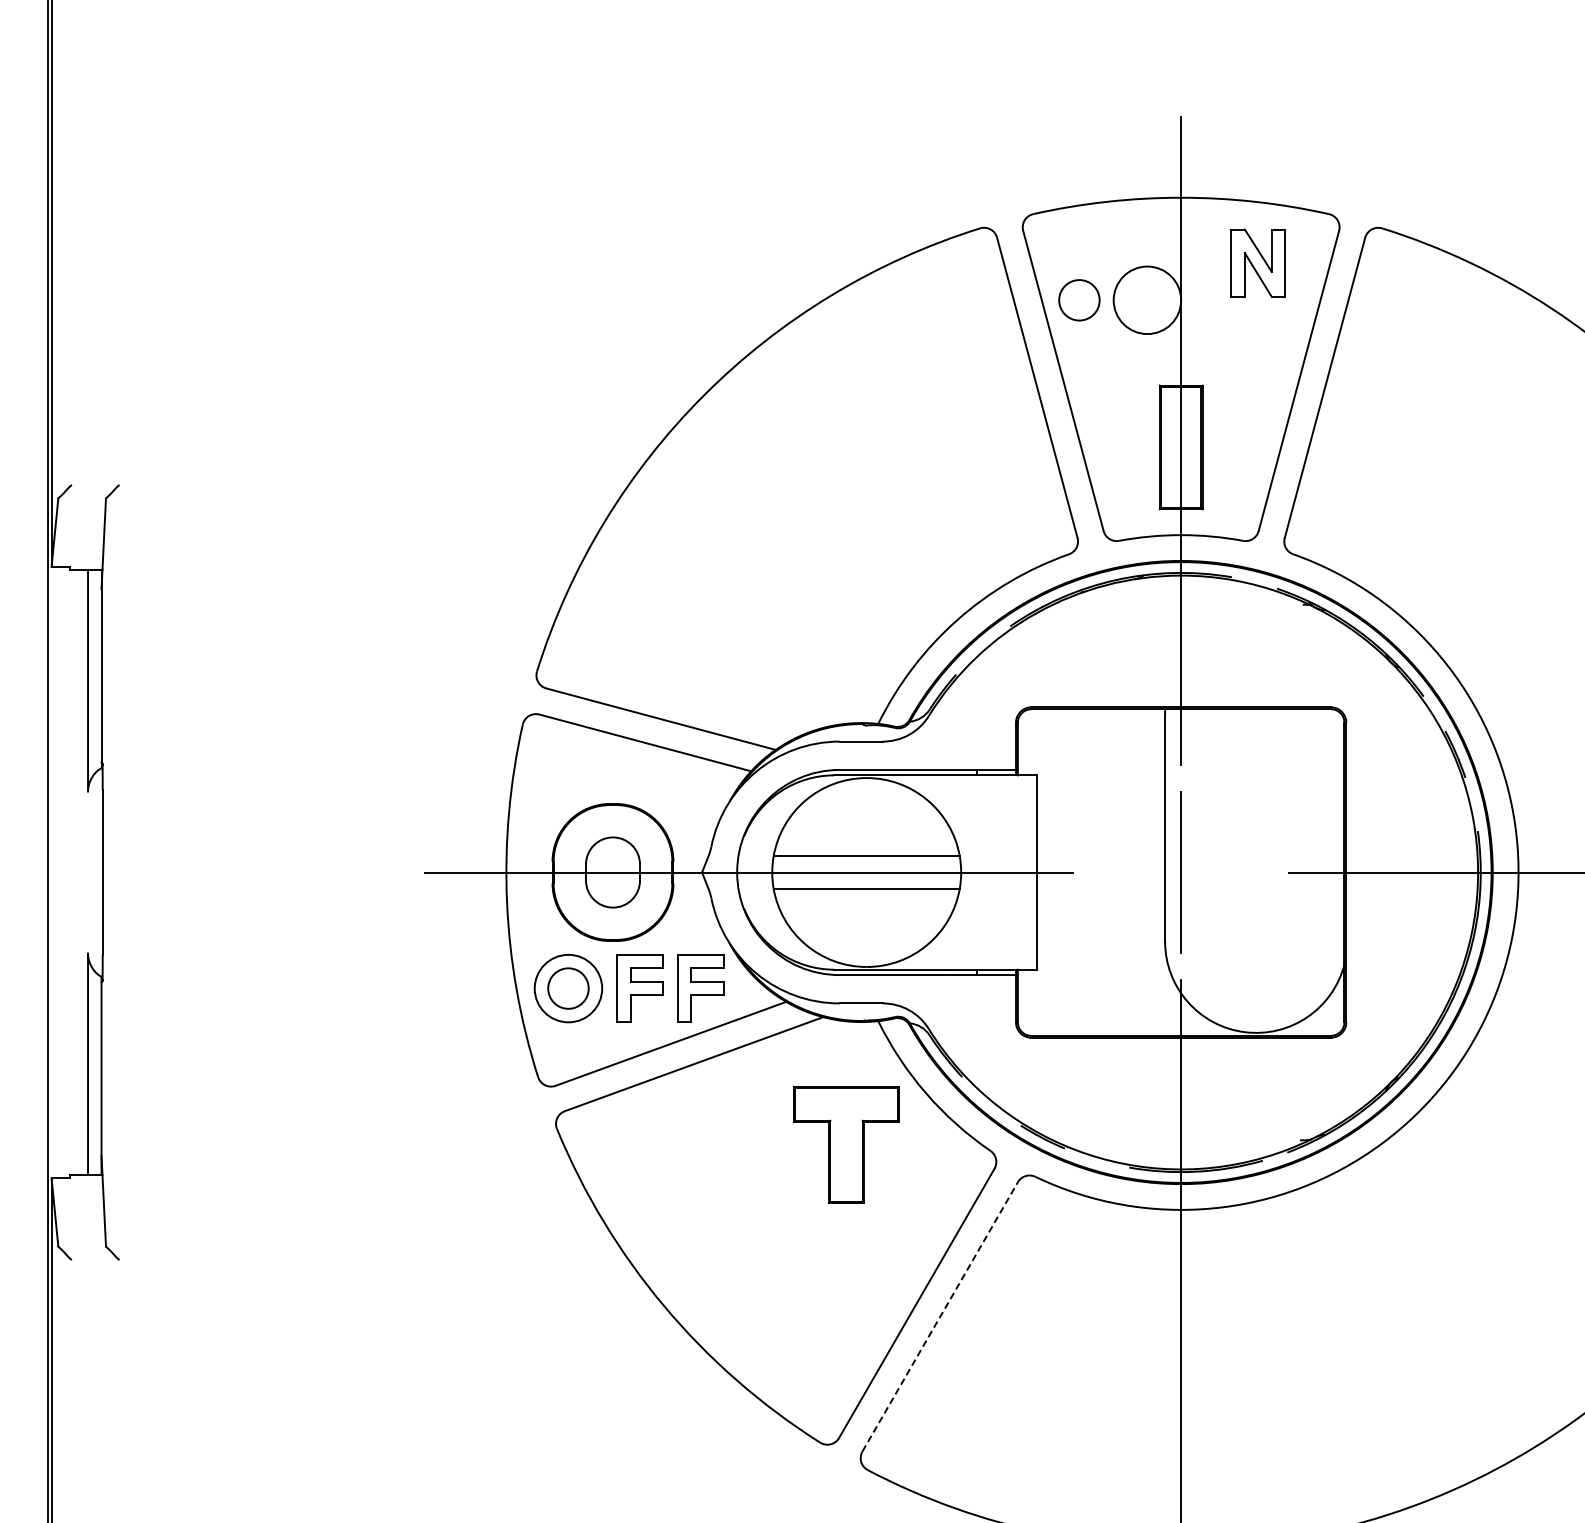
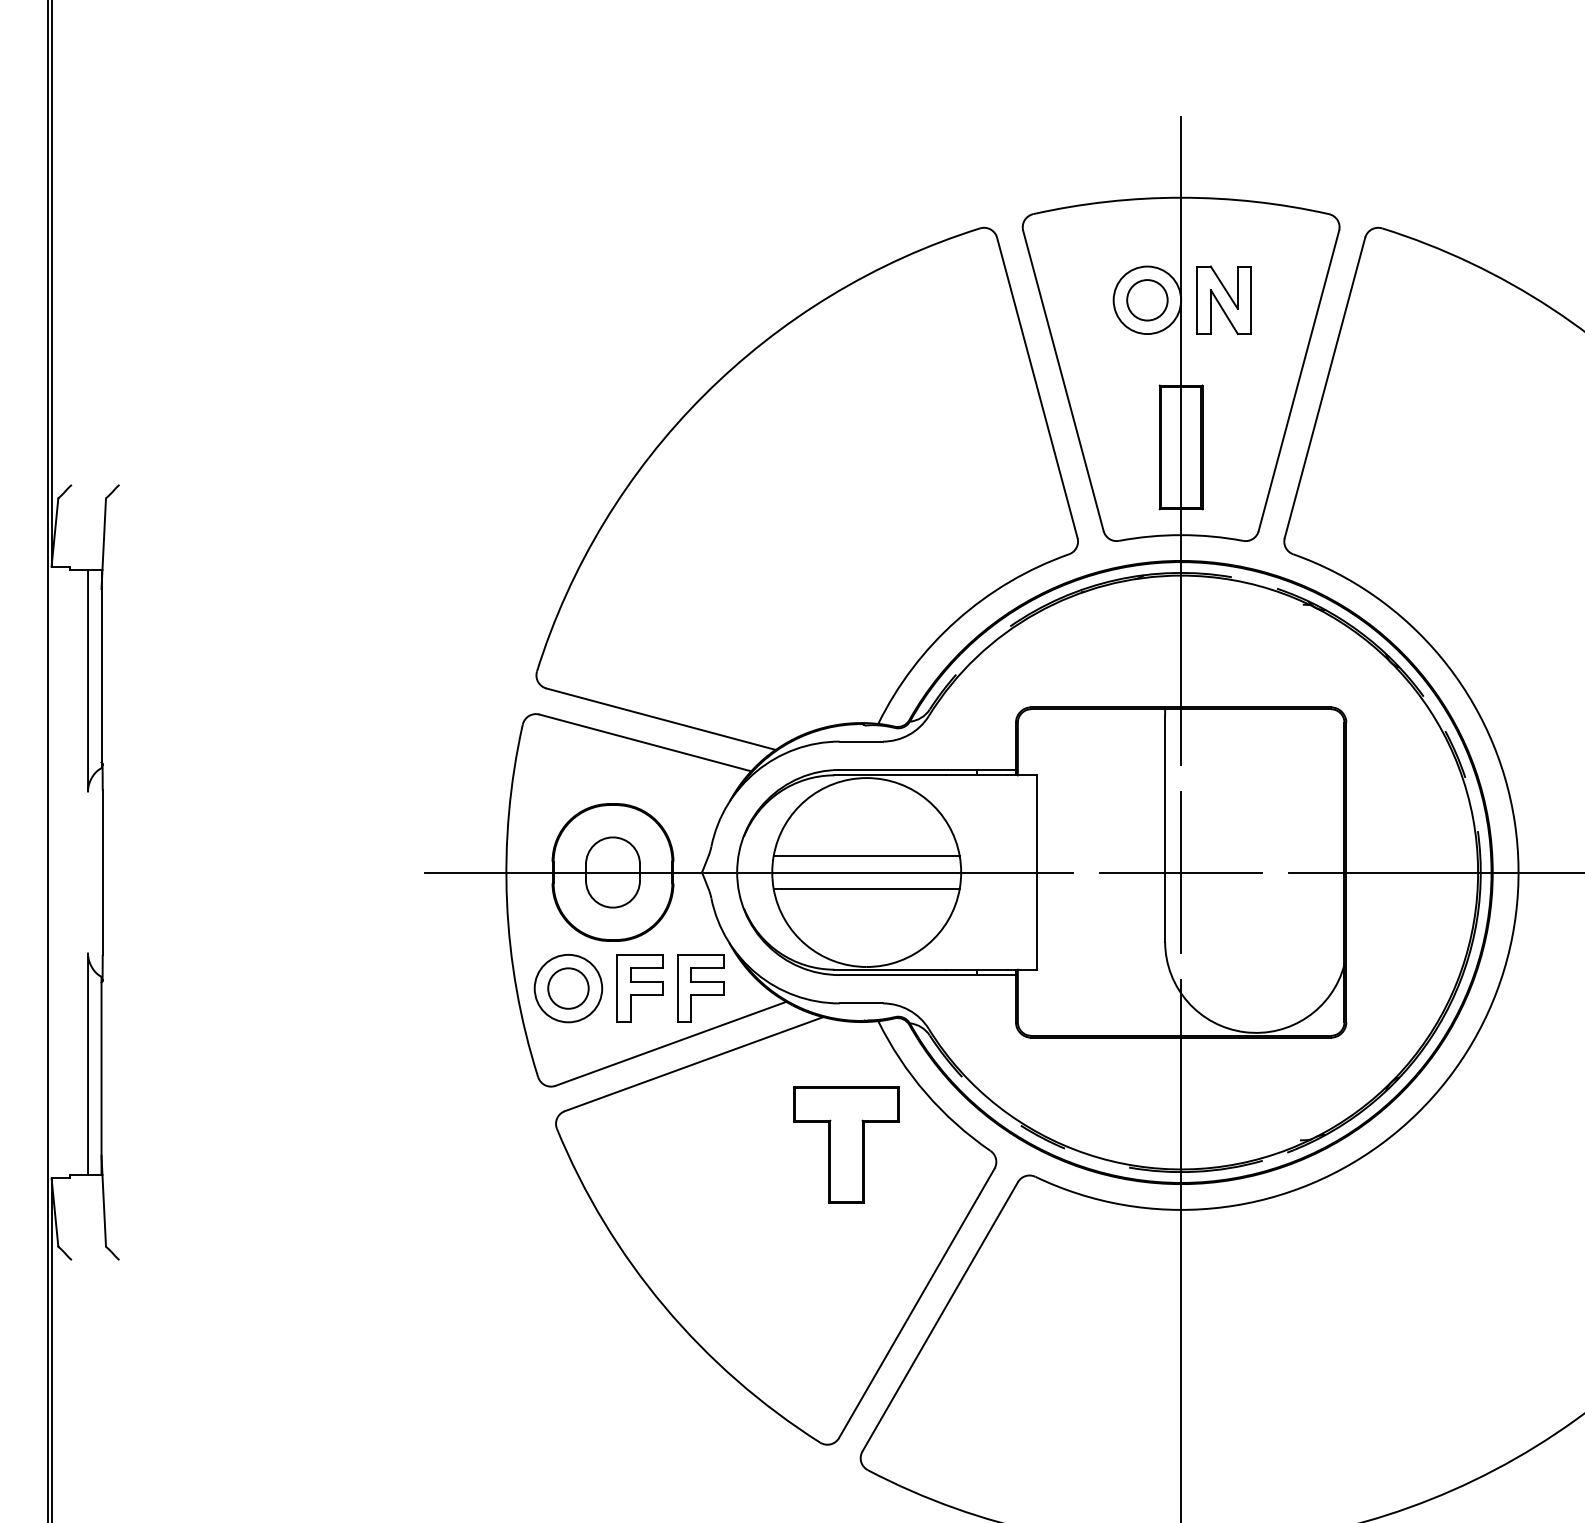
part at (1257, 263) position: (1257, 263) -> (1223, 300)
circle at (1079, 300) position: (1079, 300) -> (1147, 300)
line at (1181, 872): none -> present
line at (940, 1316): dashed -> solid
